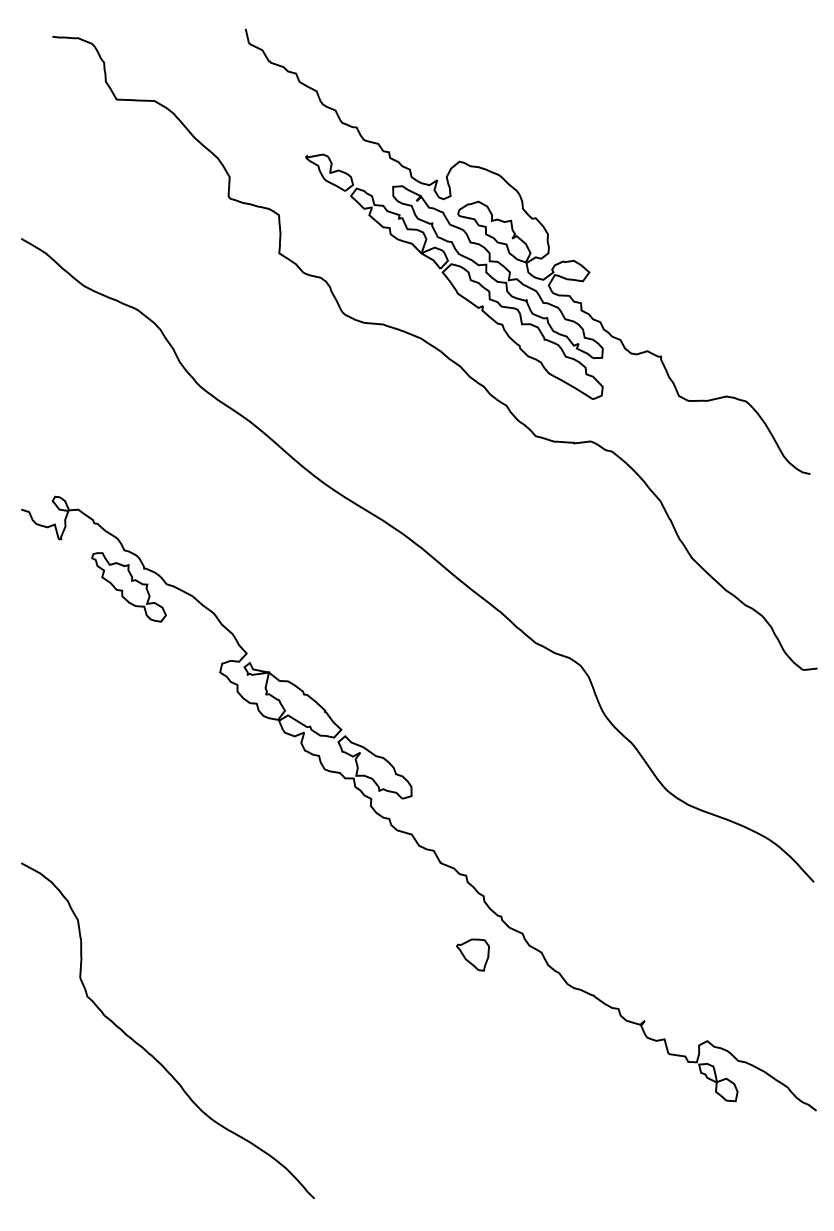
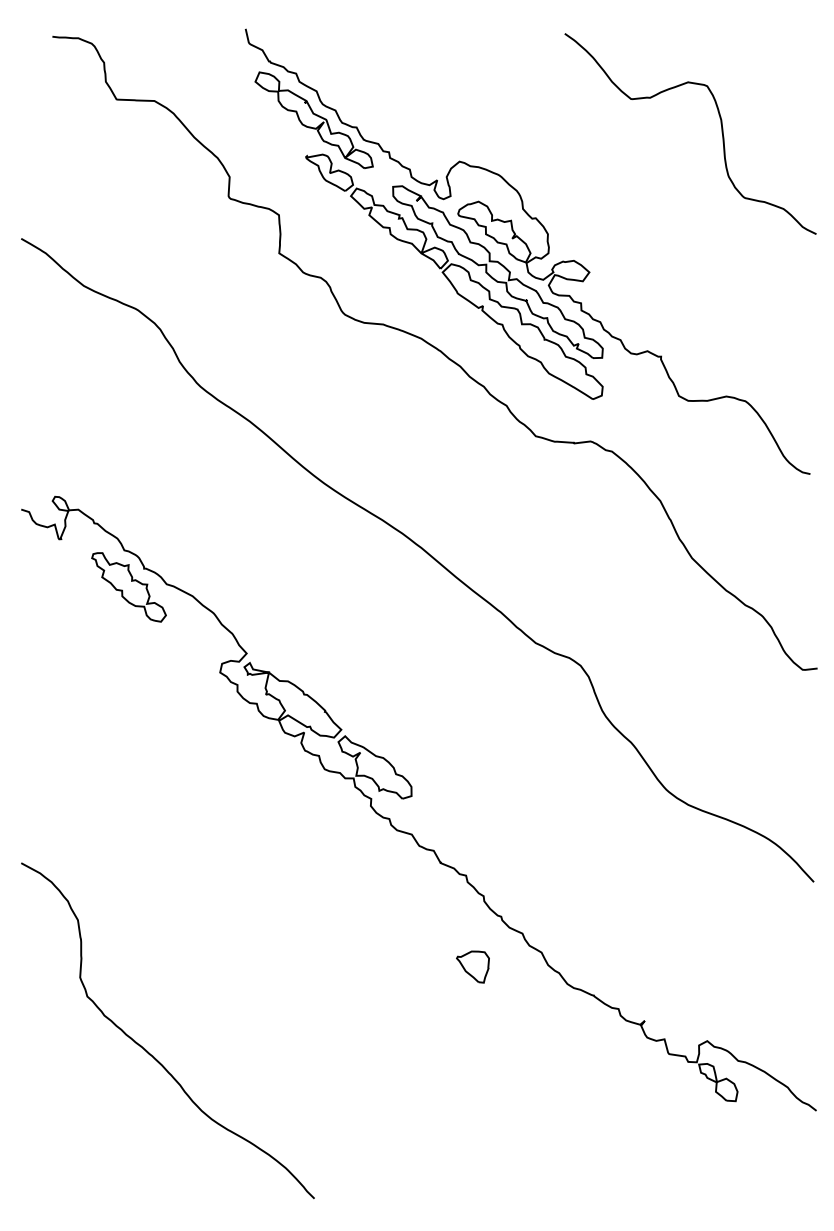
part at (313, 120): none -> present
curve at (721, 133): none -> present
part at (472, 954) position: (472, 954) -> (472, 966)
